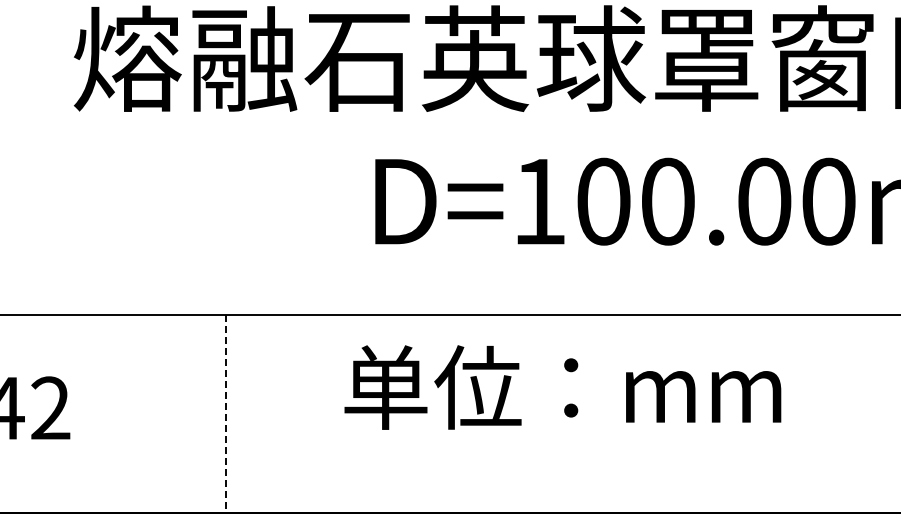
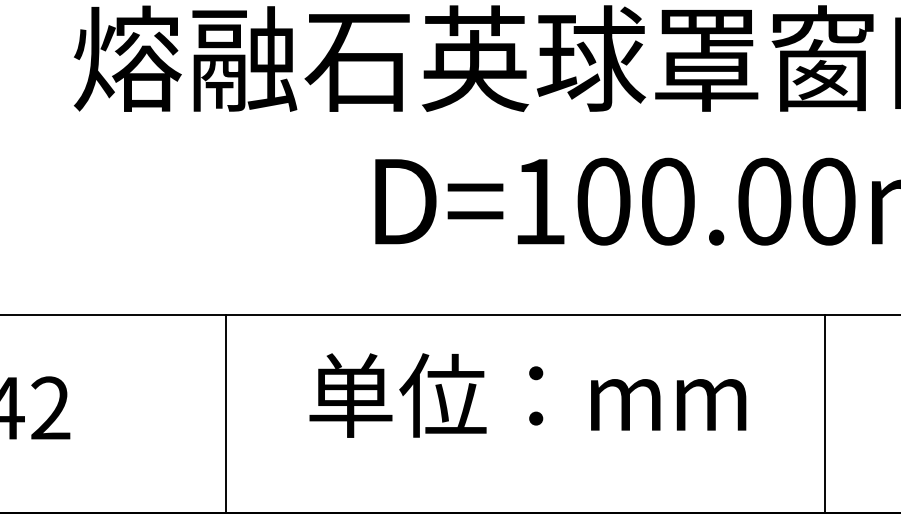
text at (562, 387) position: (562, 387) -> (527, 395)
line at (825, 413): none -> present
line at (226, 414): dashed -> solid
